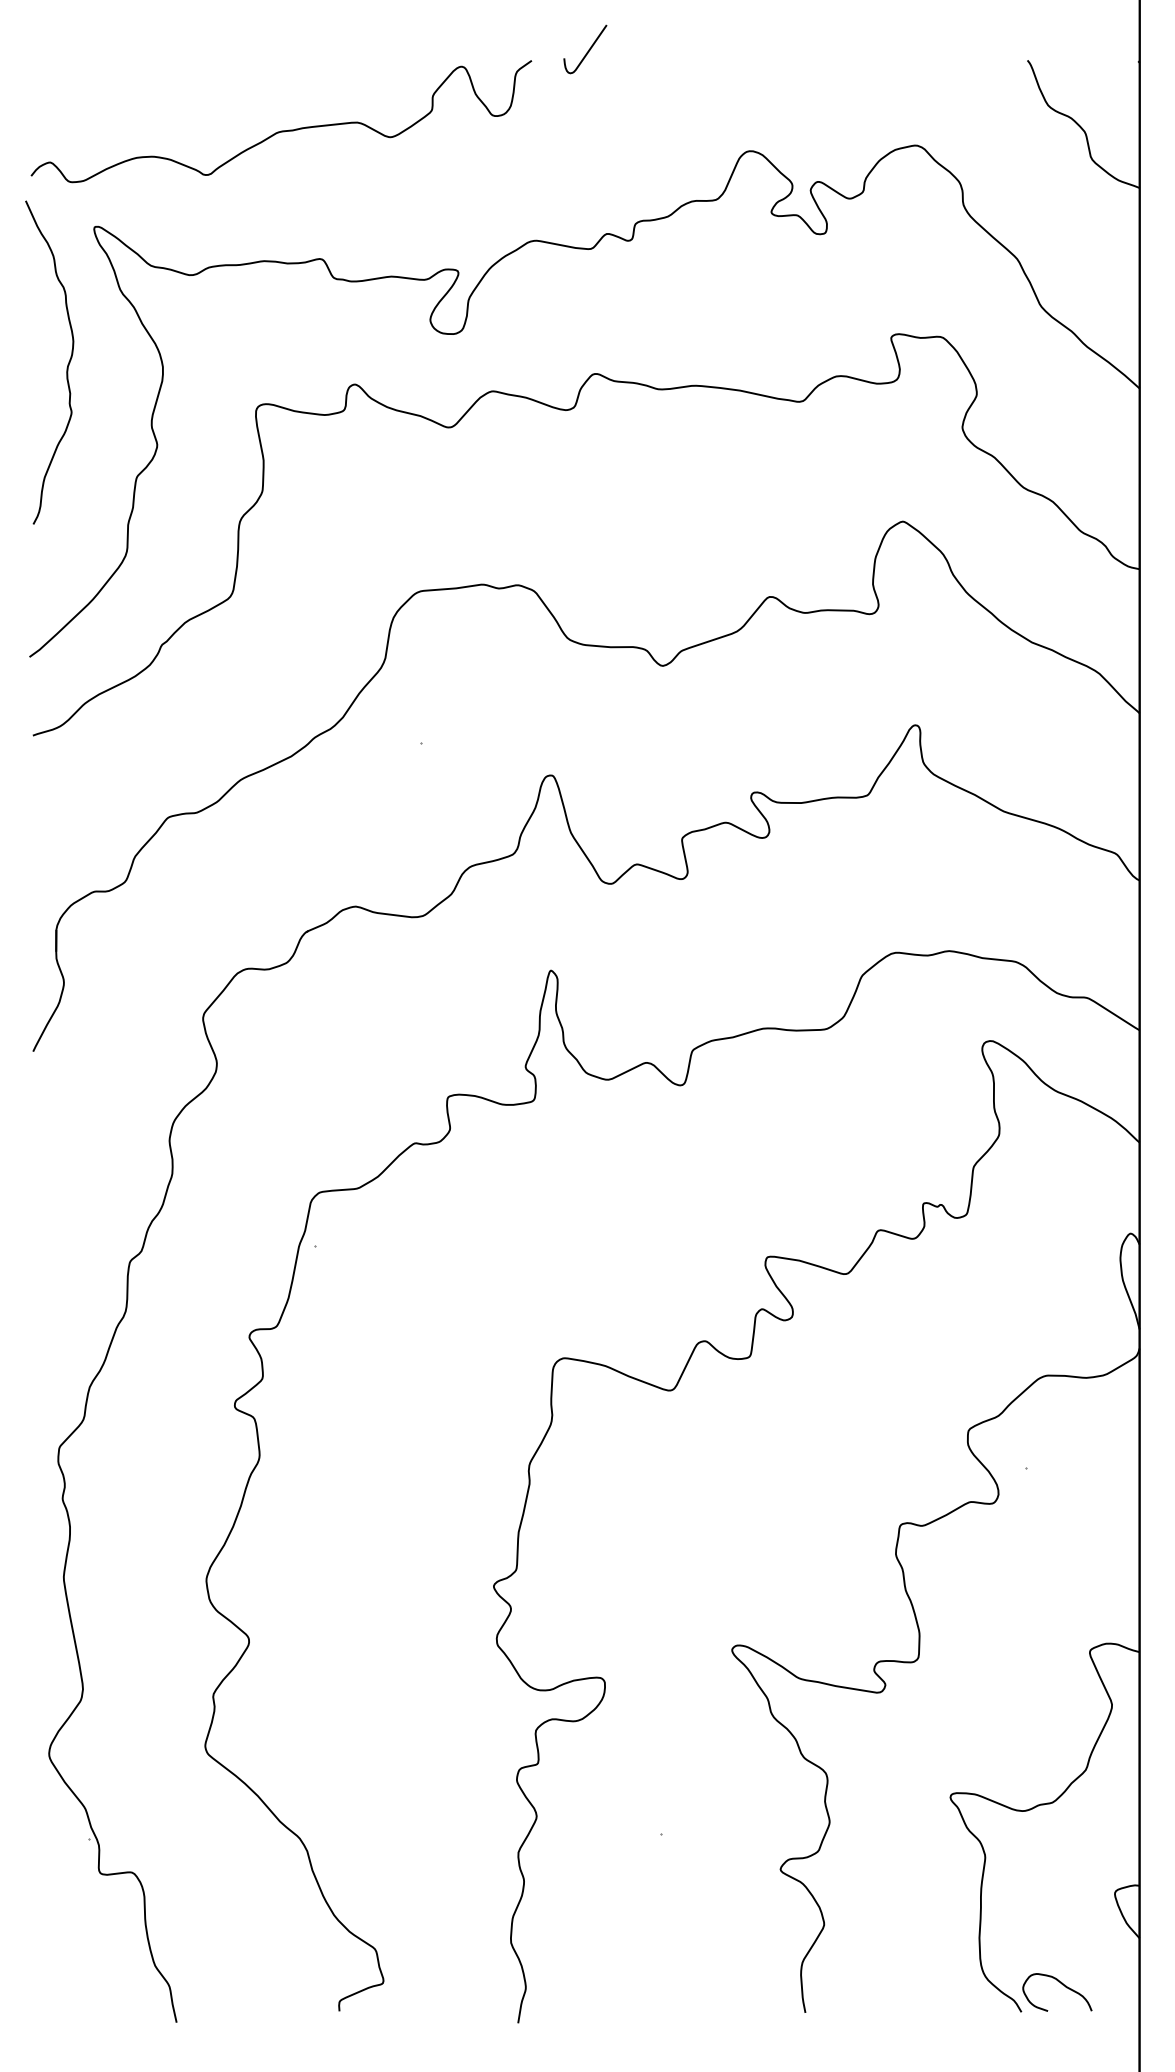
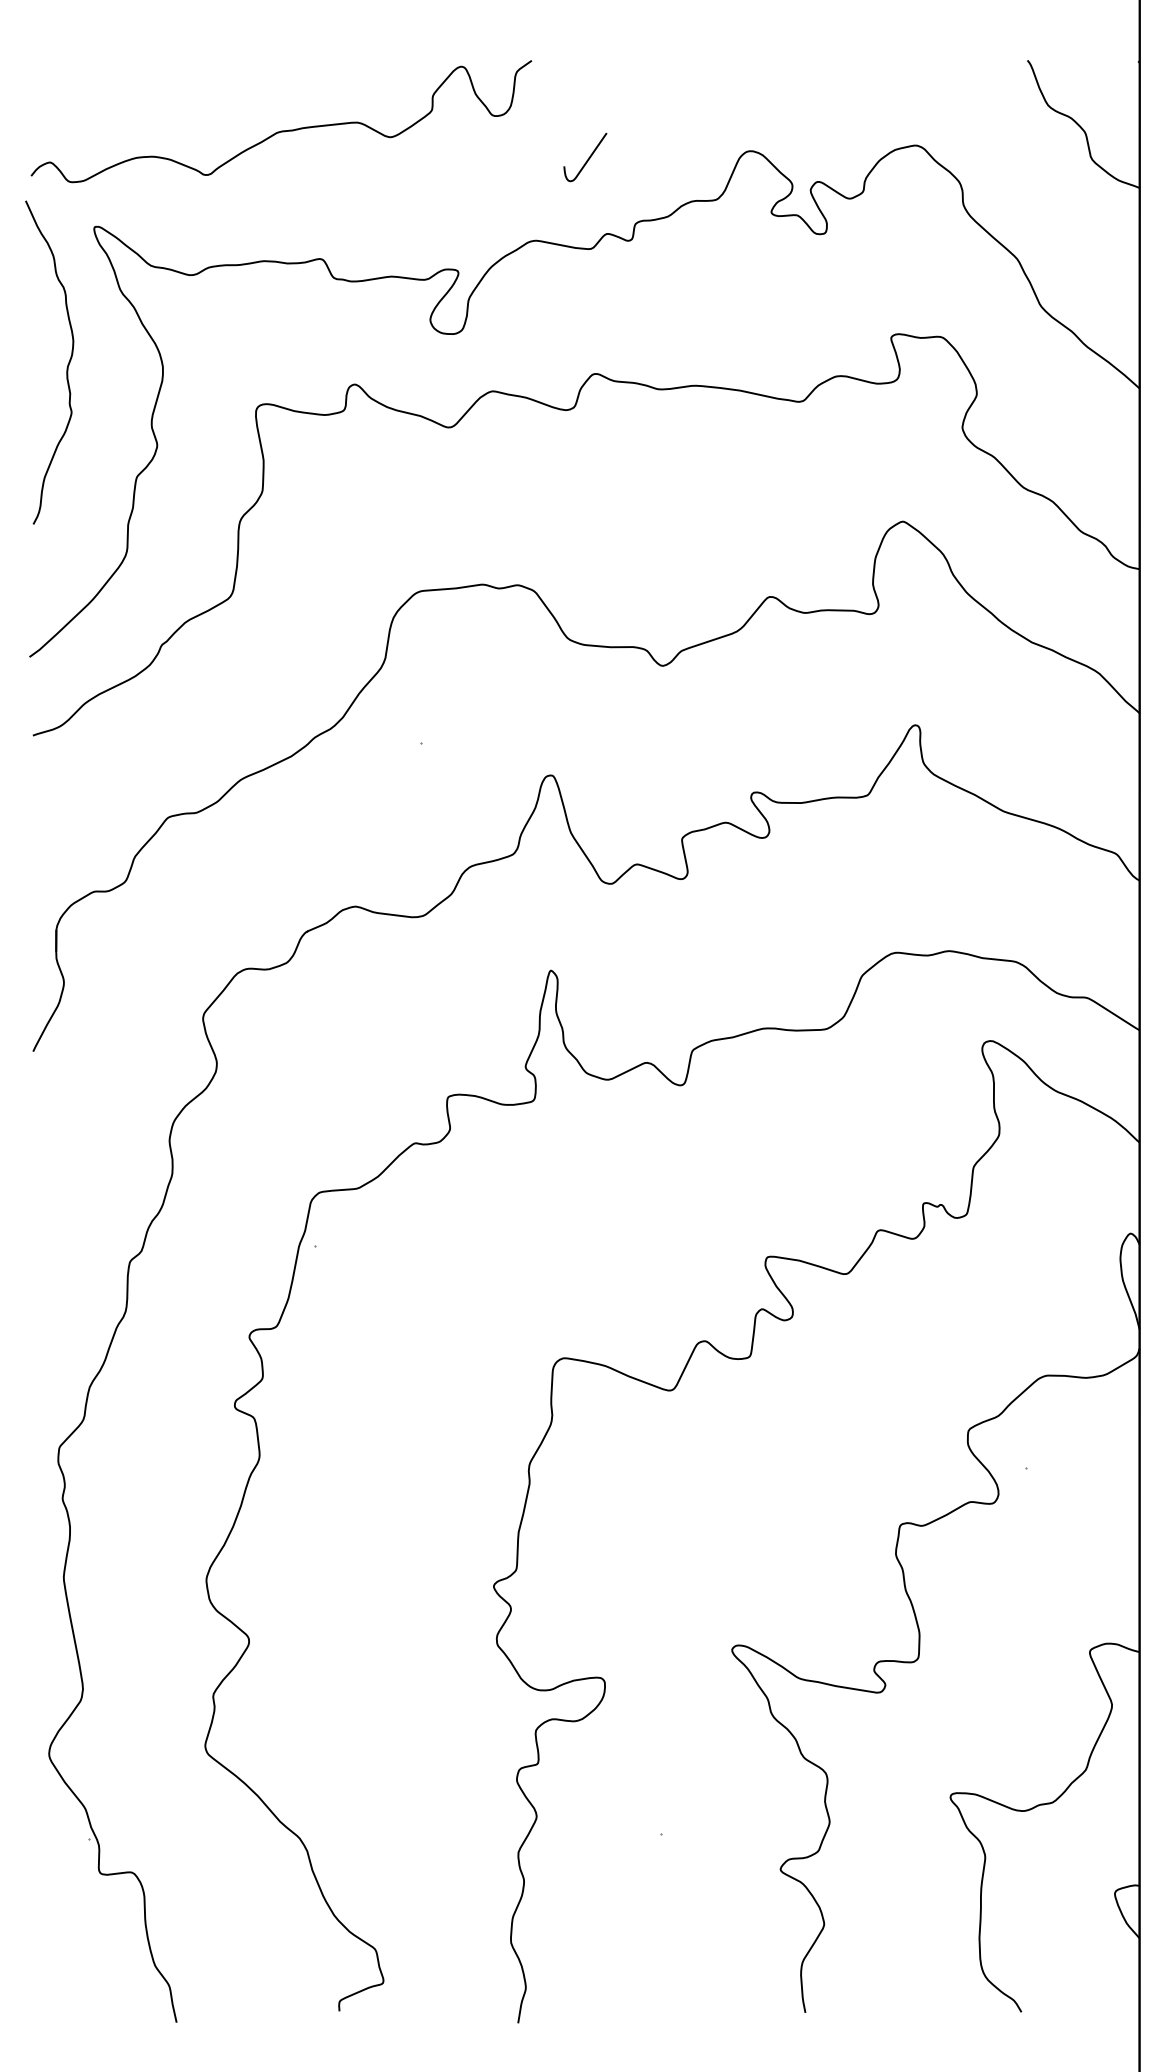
curve at (587, 51) position: (587, 51) -> (587, 159)
curve at (1062, 1985): present -> none
